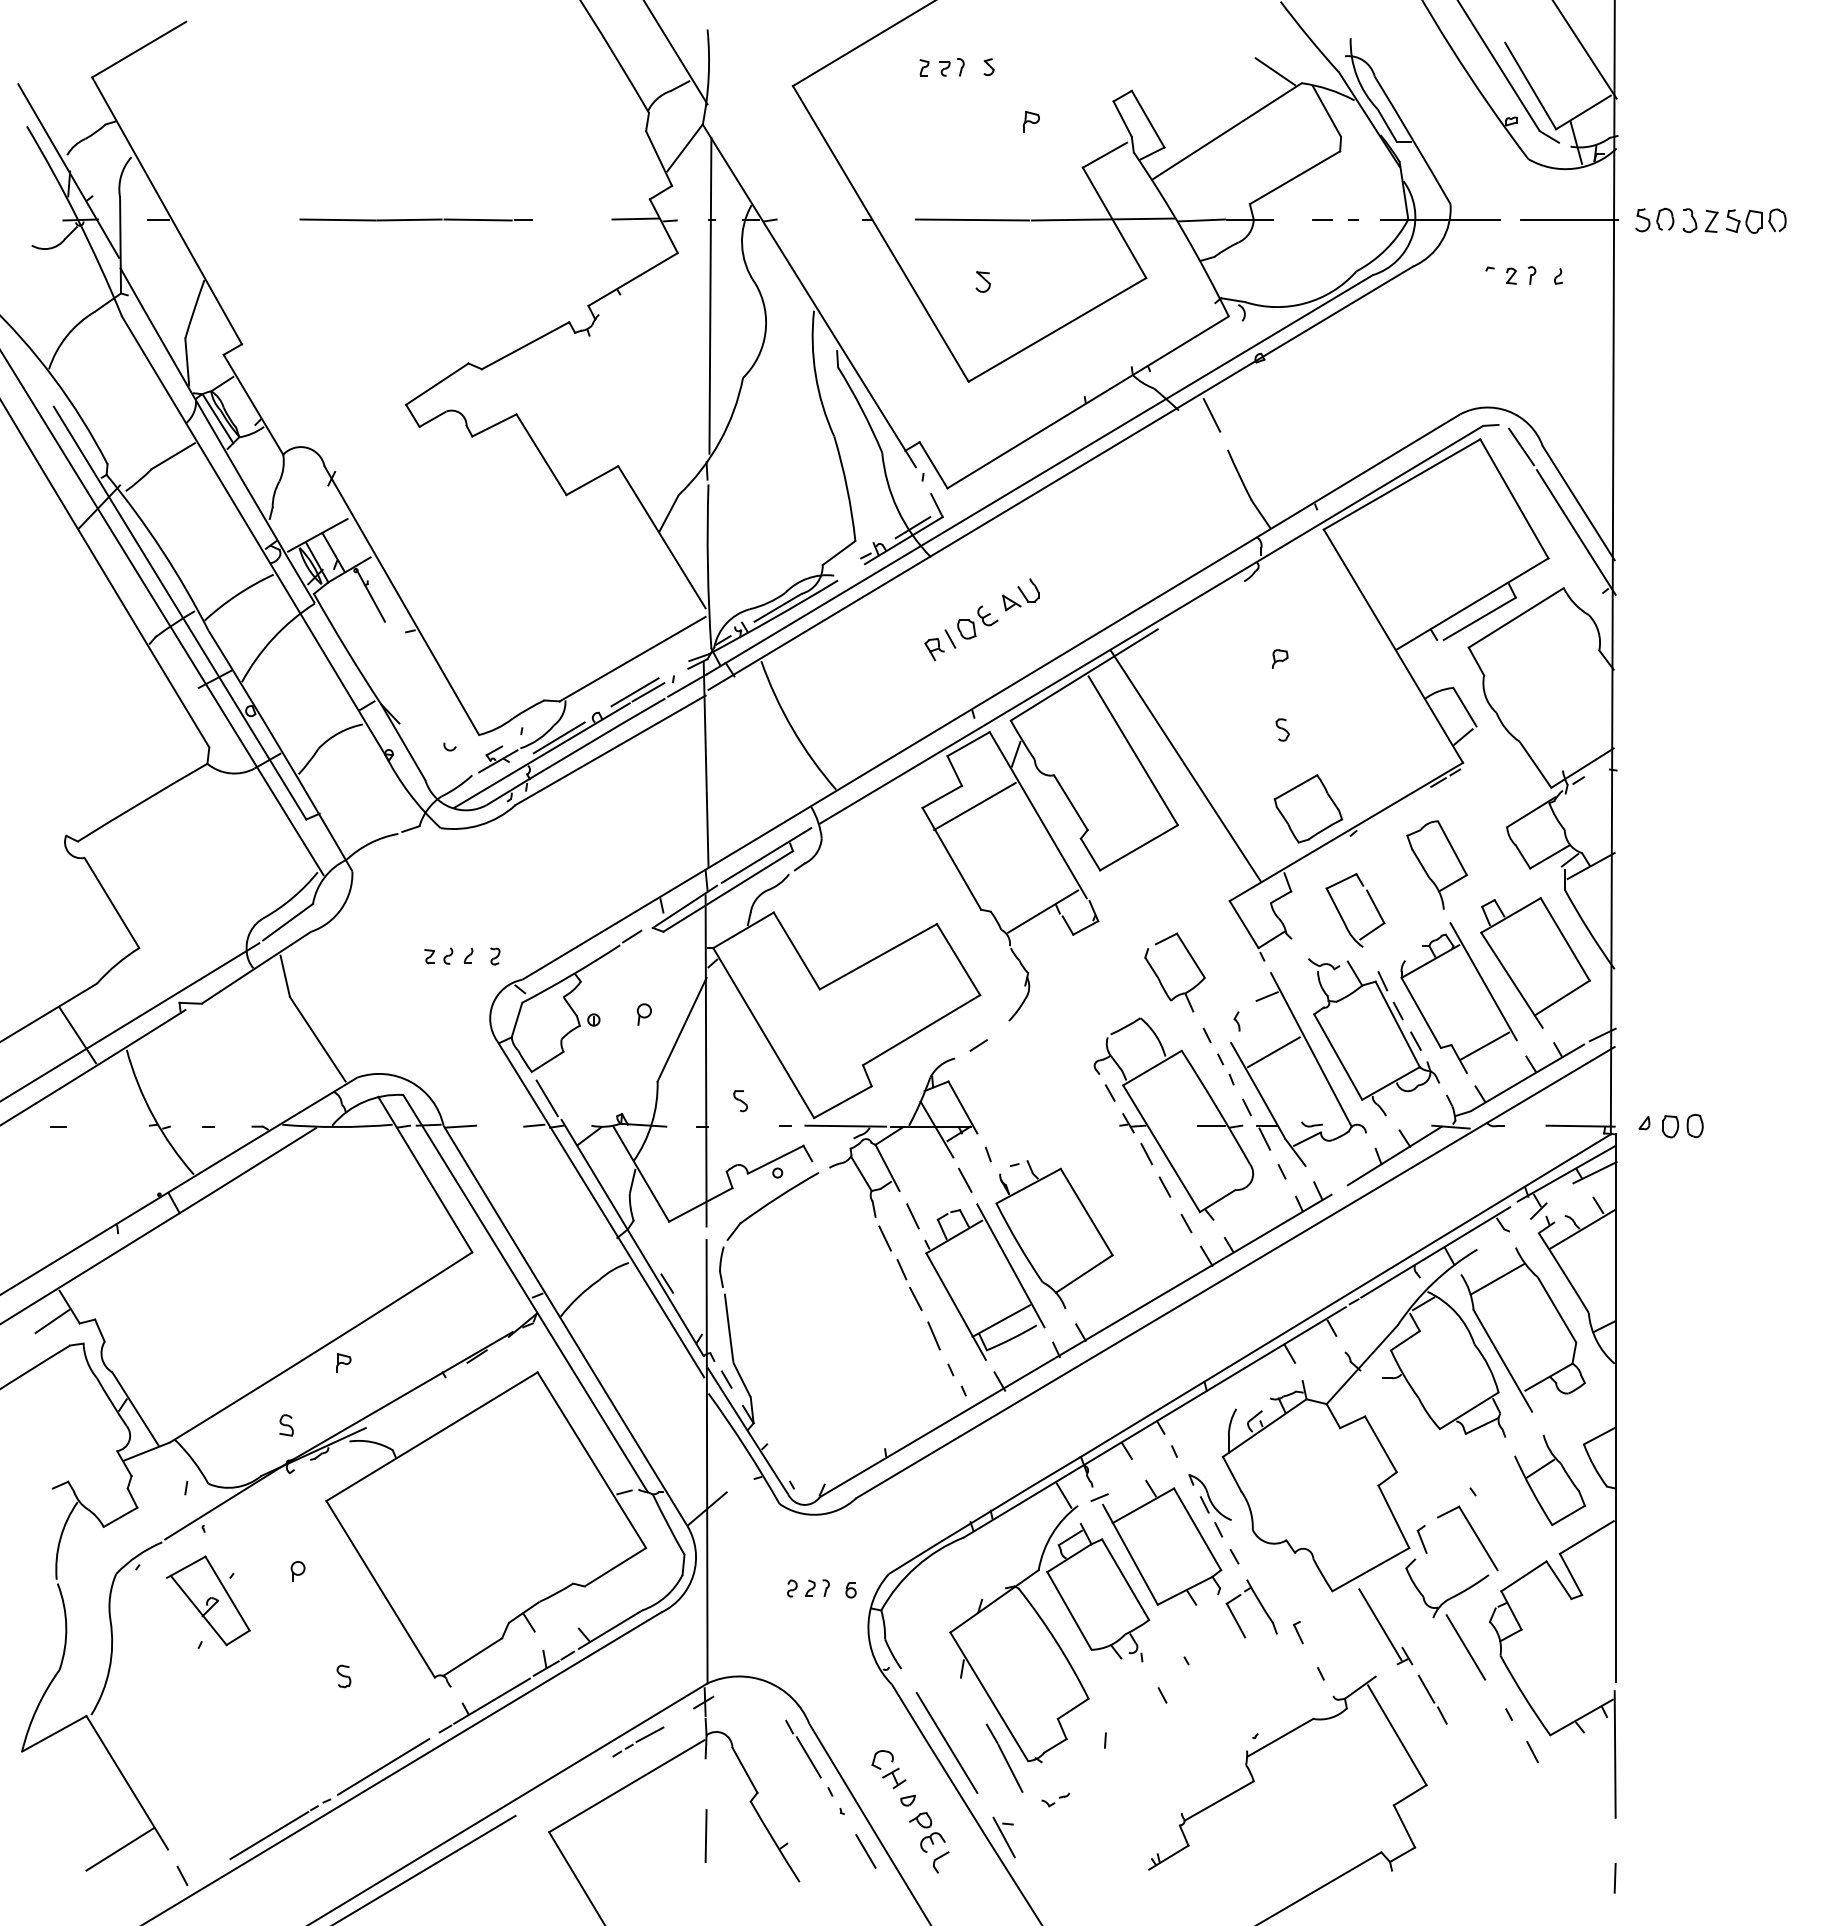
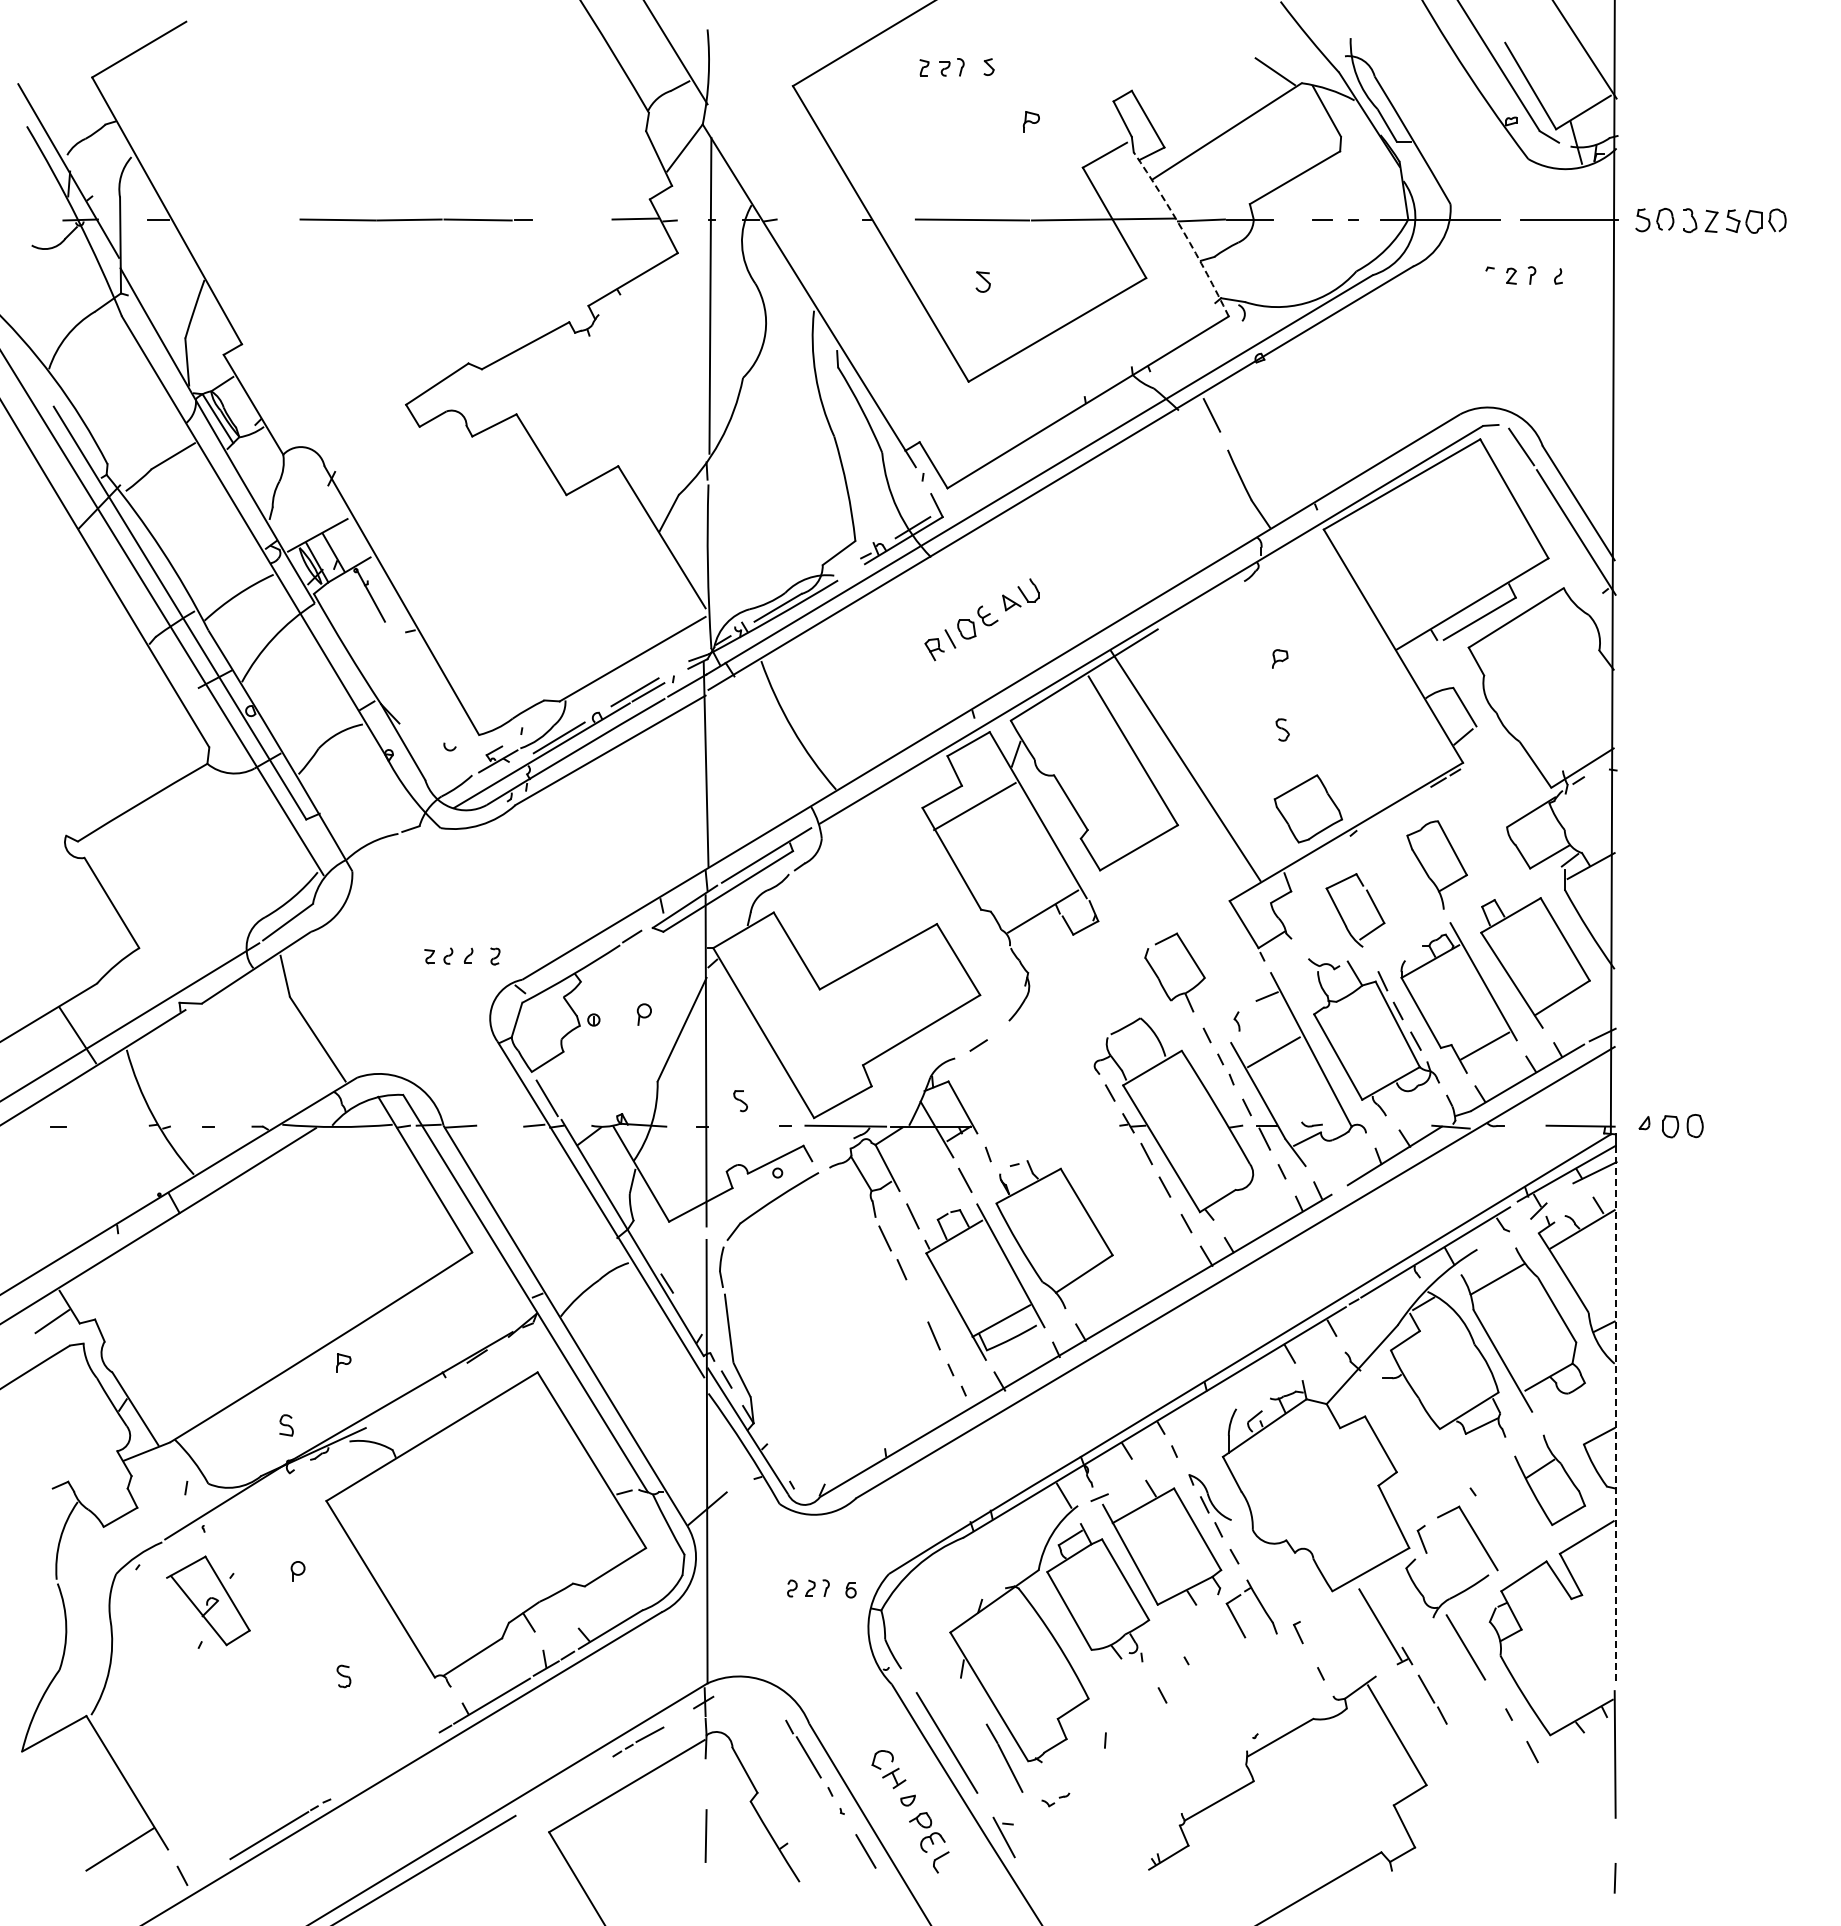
arc at (1184, 232): solid -> dashed
line at (1211, 1125): present -> none
line at (915, 1298): present -> none
line at (1615, 1414): solid -> dashed
line at (383, 1766): present -> none
